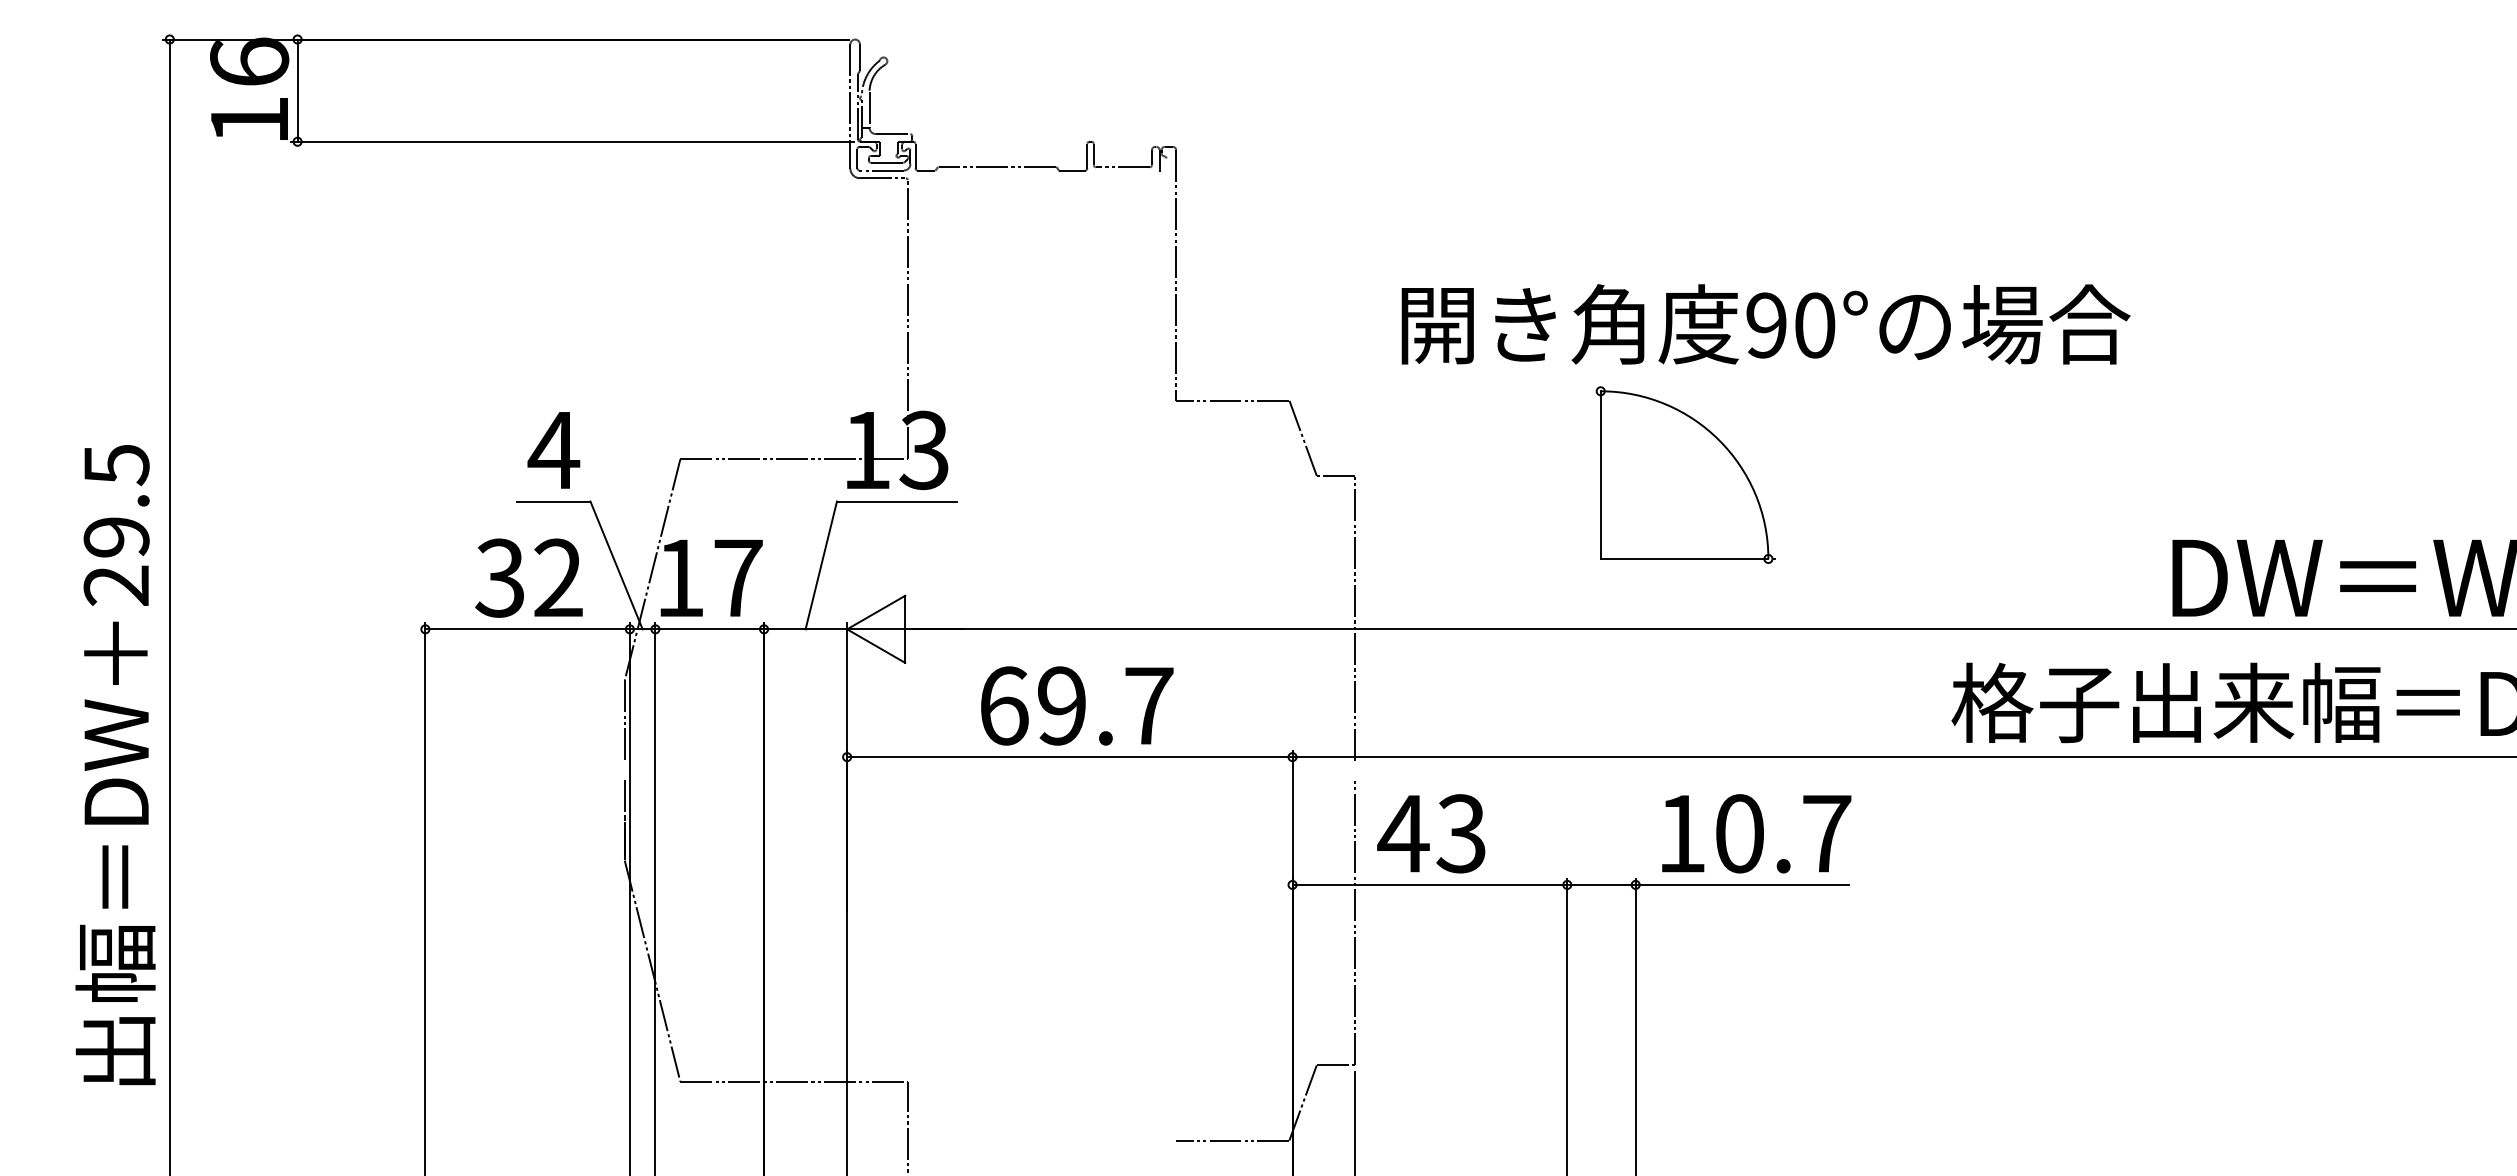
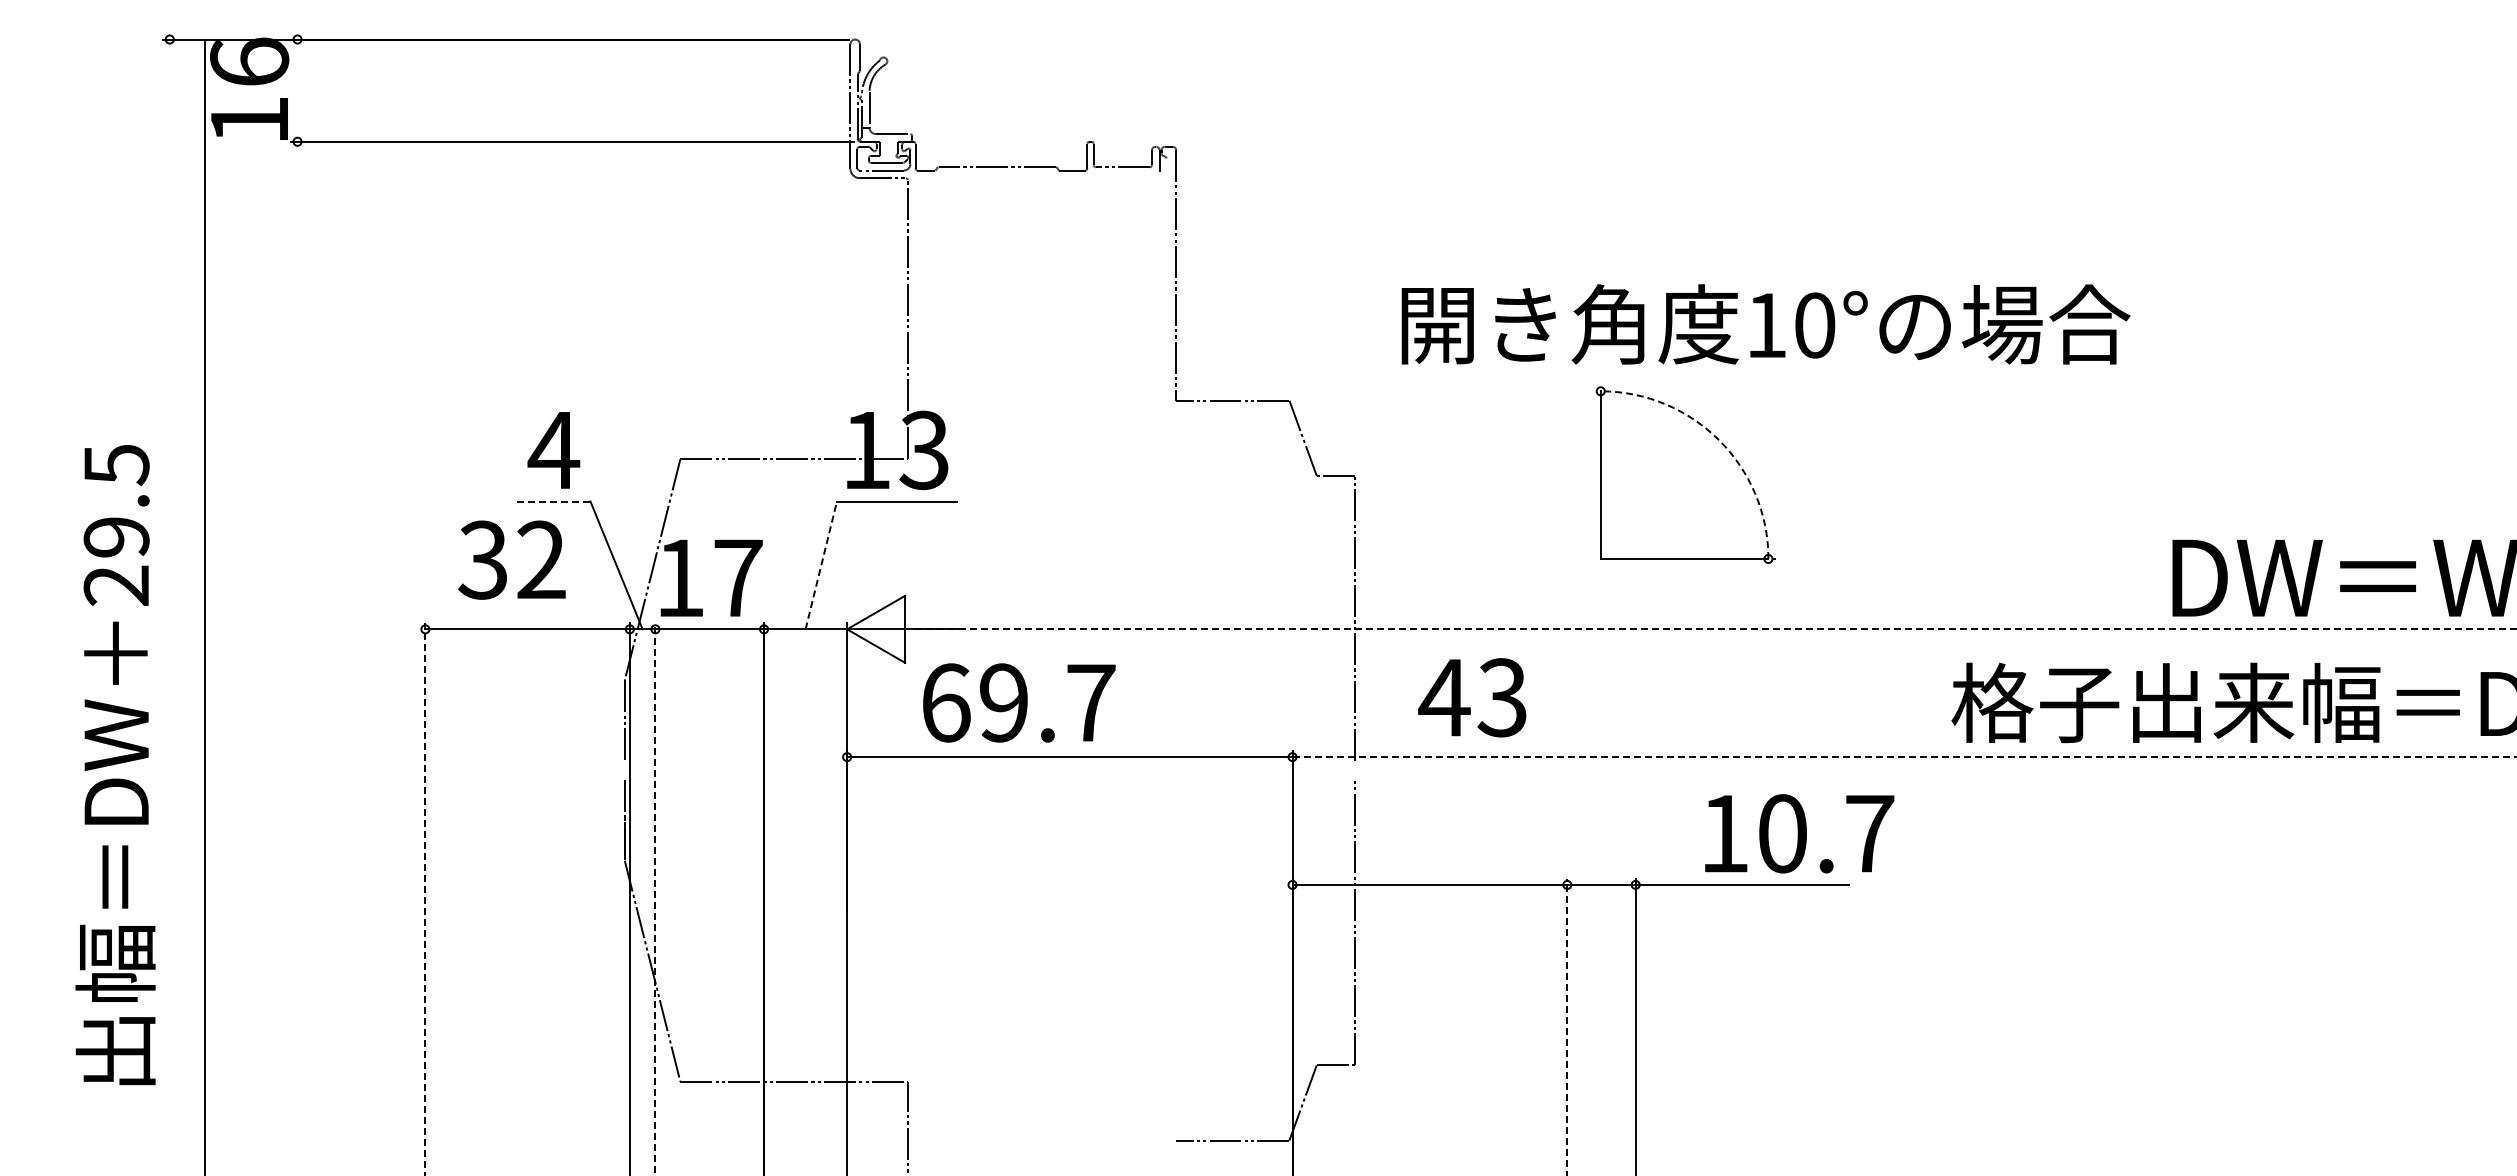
line at (297, 90): present -> none
text at (1766, 325): 90° -> 10°
arc at (1719, 440): solid -> dashed
line at (553, 501): solid -> dashed
line at (821, 565): solid -> dashed
text at (528, 577) position: (528, 577) -> (511, 559)
line at (169, 605) position: (169, 605) -> (204, 605)
line at (1715, 629): solid -> dashed
text at (1077, 705) position: (1077, 705) -> (1019, 702)
line at (1904, 757): solid -> dashed
text at (1431, 833) position: (1431, 833) -> (1472, 697)
text at (1756, 833) position: (1756, 833) -> (1799, 833)
line at (425, 898): solid -> dashed
line at (655, 898): solid -> dashed
line at (1567, 1026): solid -> dashed
line at (1355, 1121): present -> none
